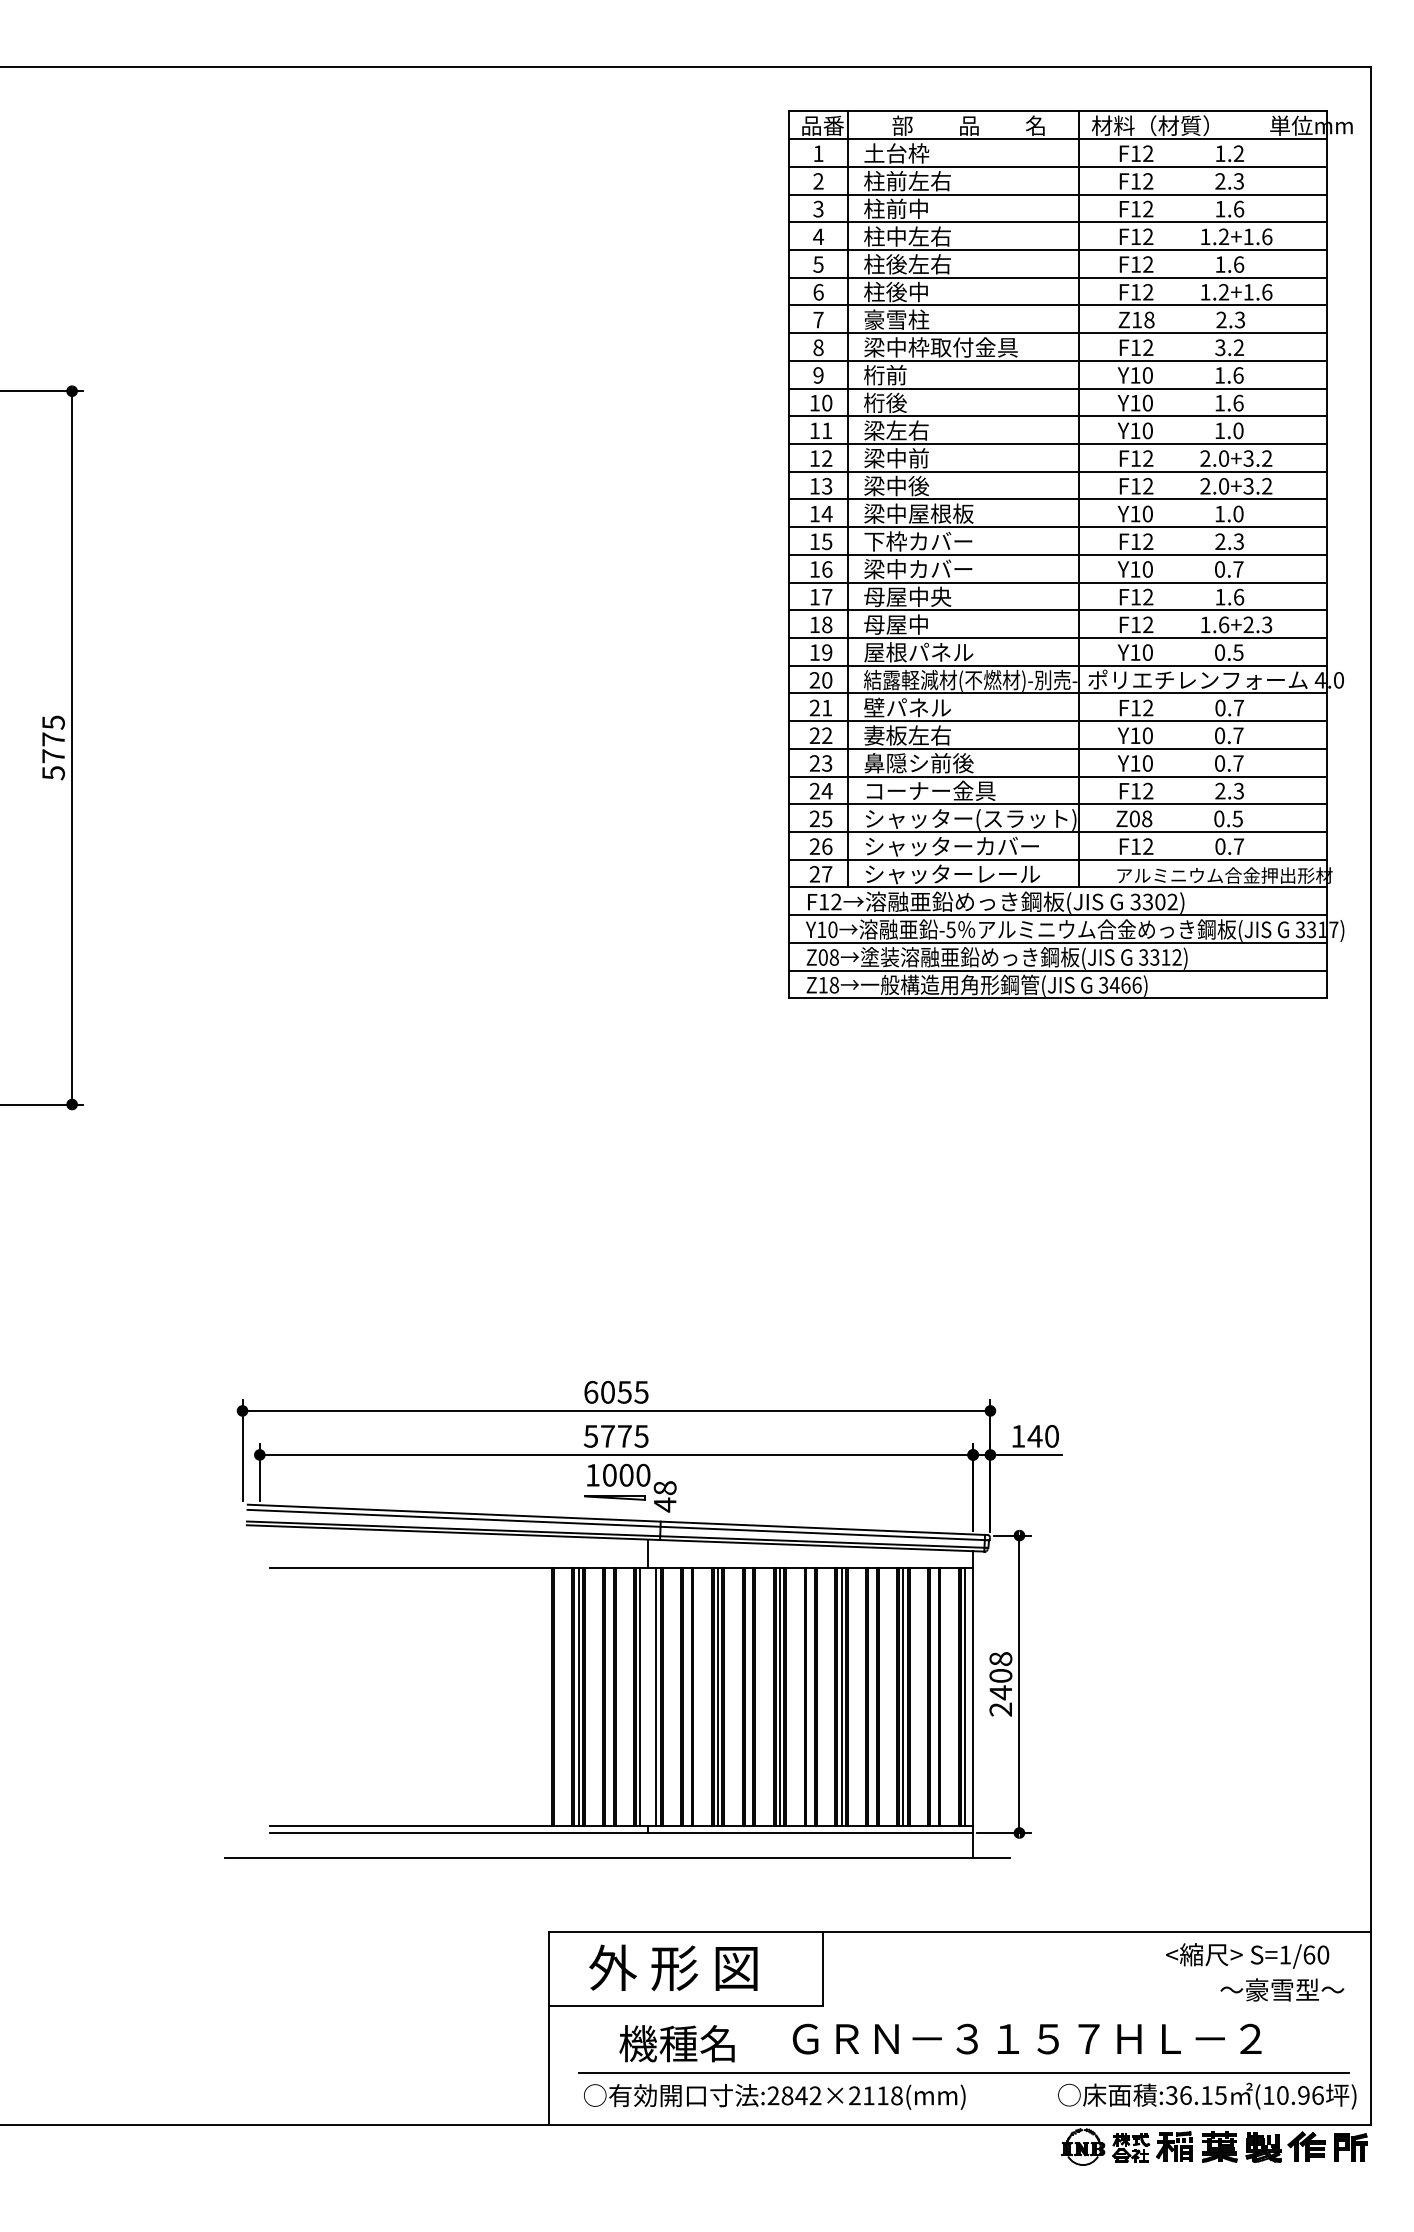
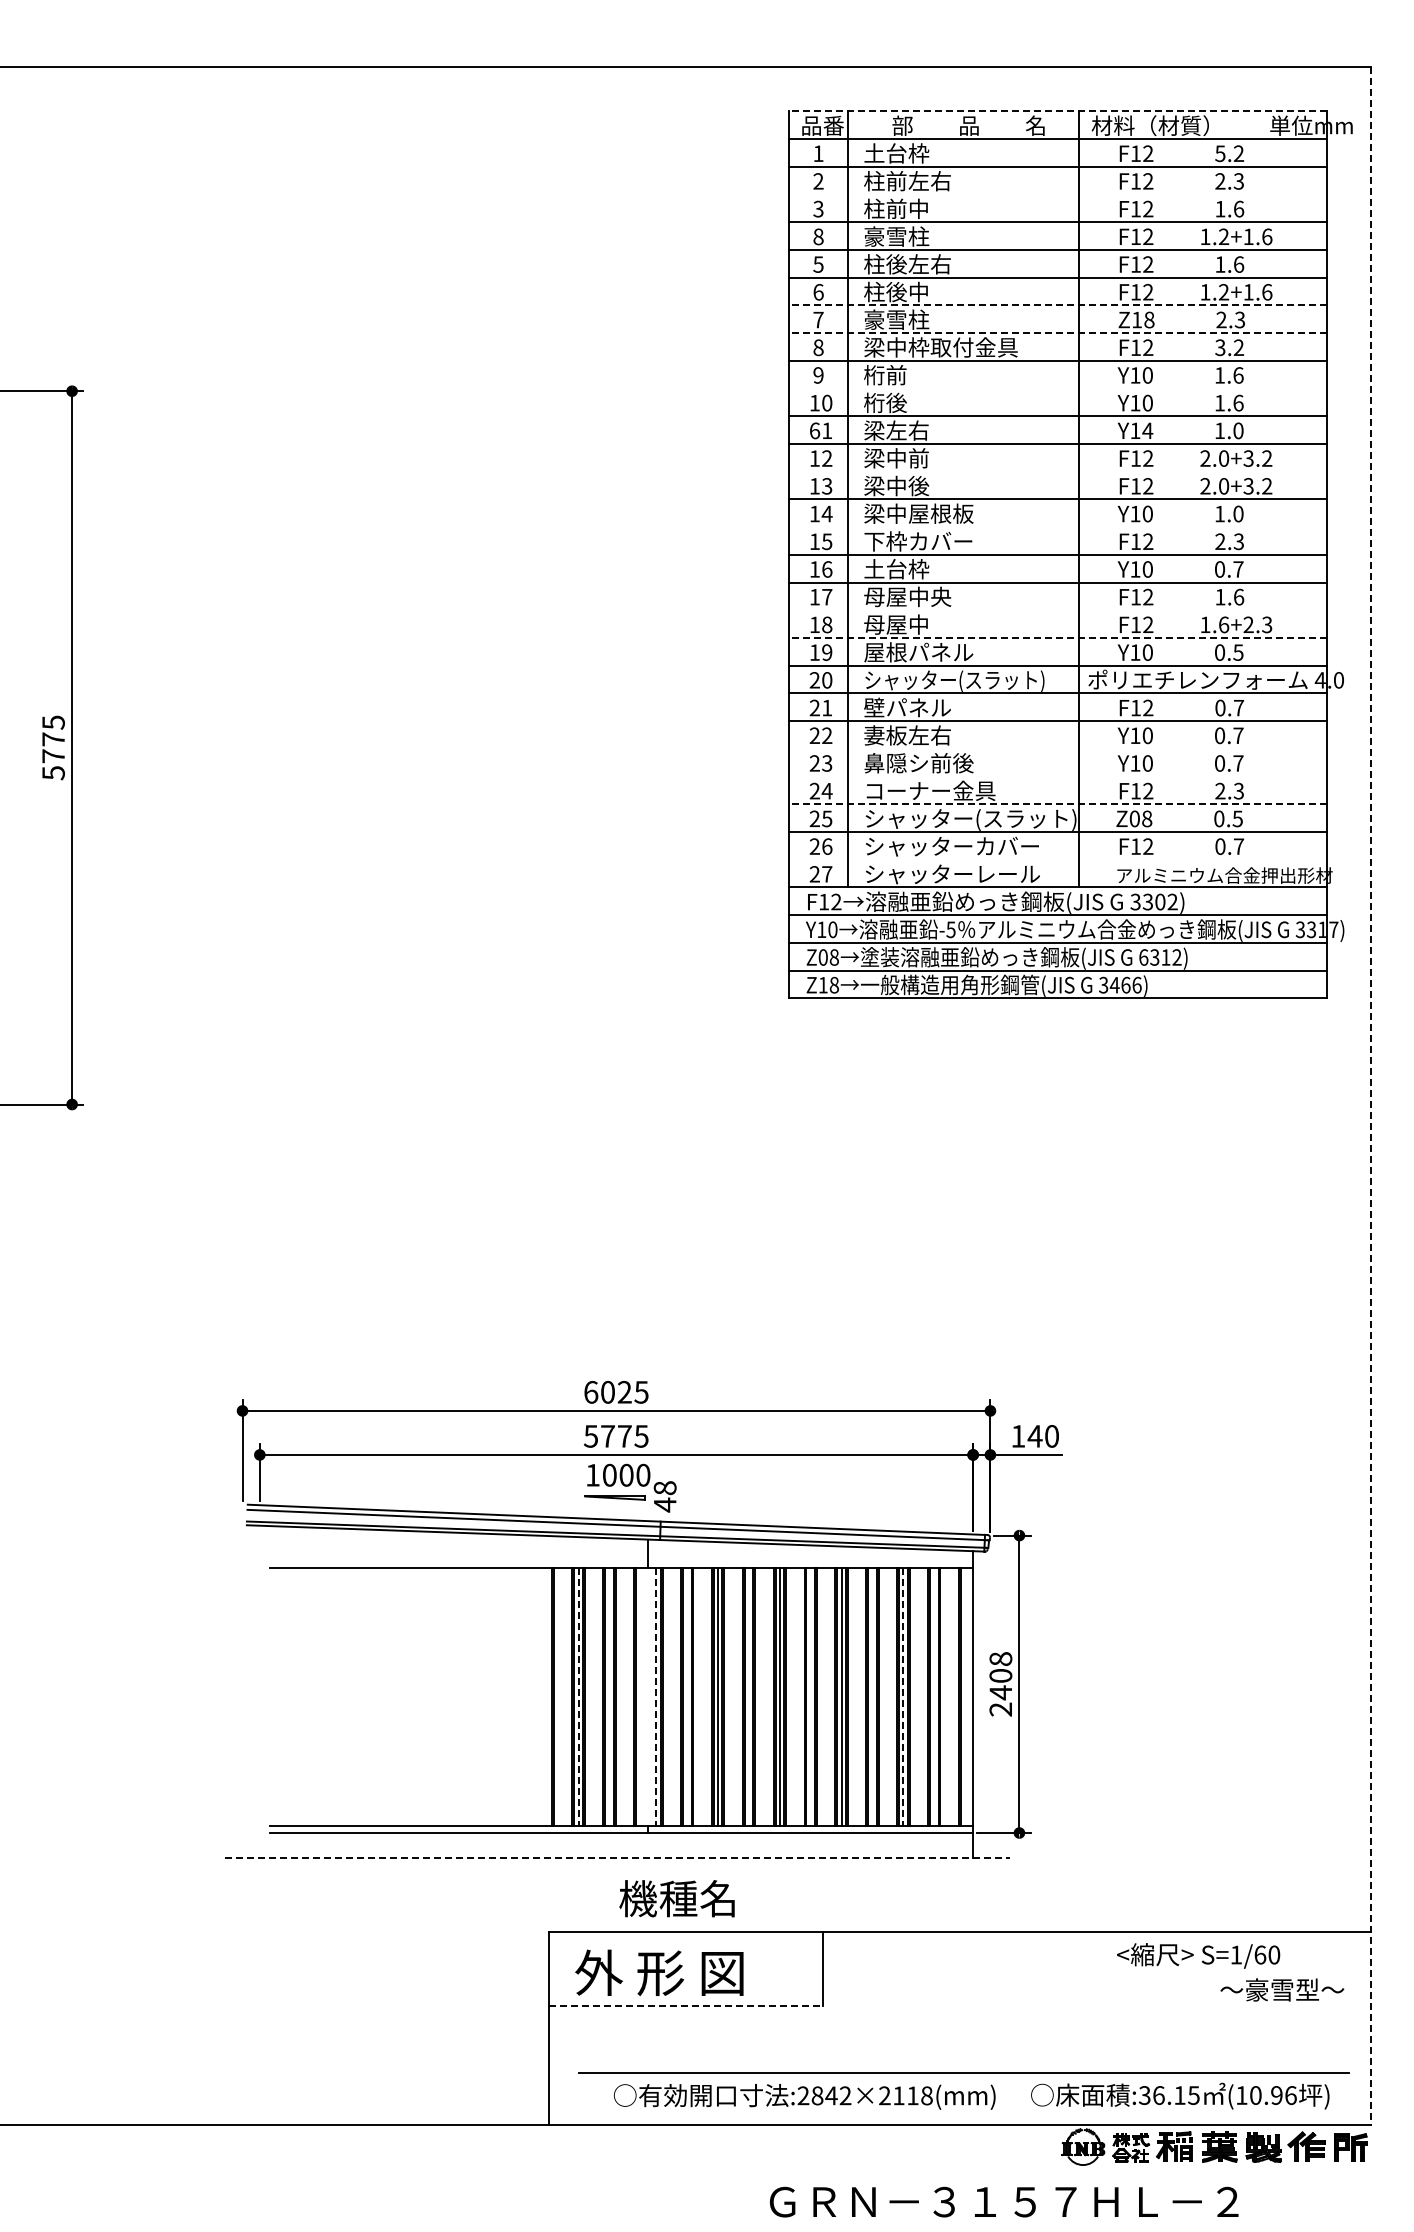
line at (1057, 111): solid -> dashed
text at (1220, 153): 1.2 -> 5.2
line at (1057, 194): present -> none
text at (818, 236): 4 -> 8
text at (907, 236): 柱中左右 -> 豪雪柱
line at (1057, 305): solid -> dashed
line at (1057, 333): solid -> dashed
line at (1057, 388): present -> none
text at (815, 430): 11 -> 61
text at (1147, 430): Y10 -> Y14
line at (1057, 471): present -> none
line at (1057, 527): present -> none
text at (918, 569): 梁中カバー -> 土台枠
line at (1057, 610): present -> none
line at (1057, 638): solid -> dashed
text at (970, 680): 結露軽減材(不燃材)-別売- -> シャッター(スラット)
line at (1057, 748): present -> none
line at (1057, 776): present -> none
line at (1057, 804): solid -> dashed
line at (1057, 859): present -> none
text at (1143, 957): 3312) -> 6312)
line at (1371, 1095): solid -> dashed
text at (624, 1391): 6055 -> 6025
line at (578, 1696): solid -> dashed
line at (640, 1696): present -> none
line at (656, 1696): solid -> dashed
line at (903, 1696): solid -> dashed
line at (965, 1696): present -> none
line at (617, 1857): solid -> dashed
text at (1247, 1955) position: (1247, 1955) -> (1198, 1955)
text at (673, 1967) position: (673, 1967) -> (659, 1972)
line at (686, 2005): solid -> dashed
text at (1027, 2038) position: (1027, 2038) -> (1004, 2201)
text at (676, 2043) position: (676, 2043) -> (676, 1898)
text at (1207, 2095) position: (1207, 2095) -> (1180, 2095)
text at (774, 2096) position: (774, 2096) -> (804, 2096)
